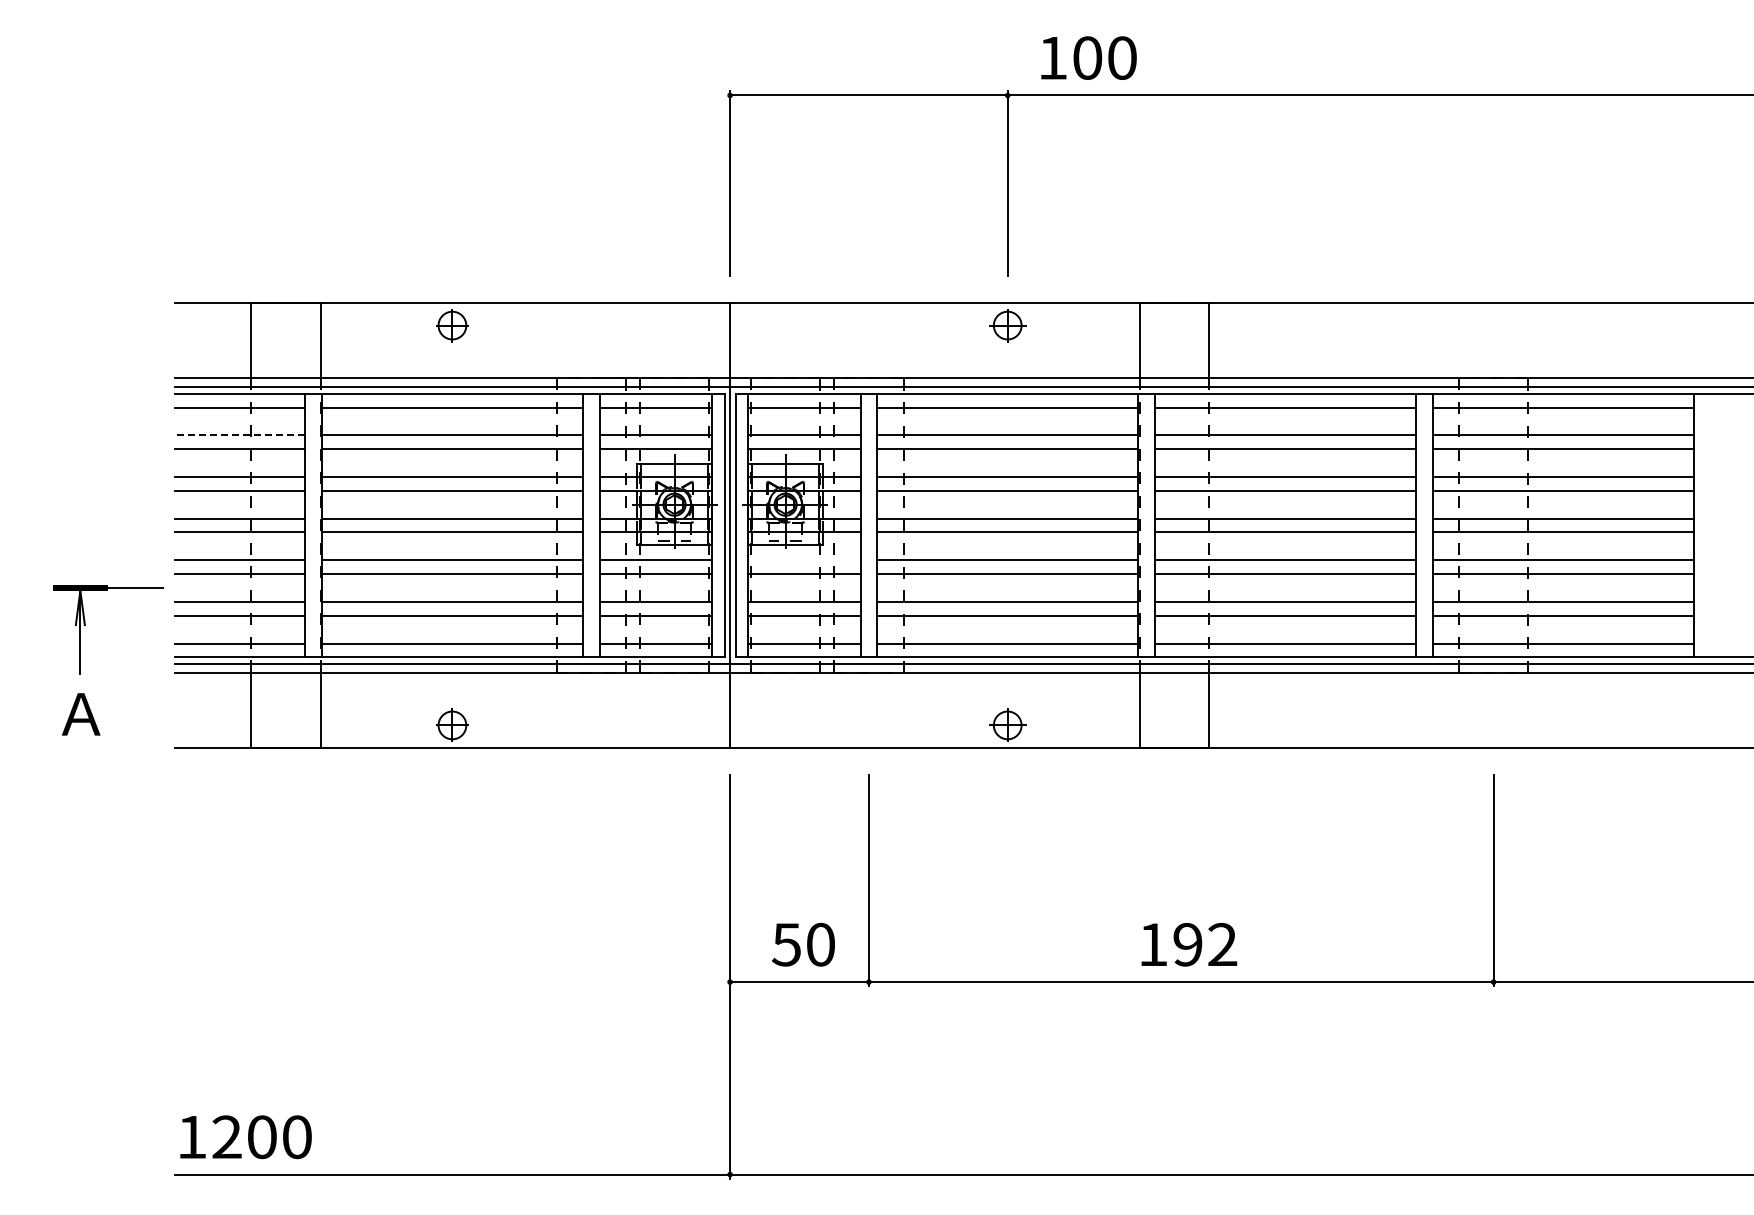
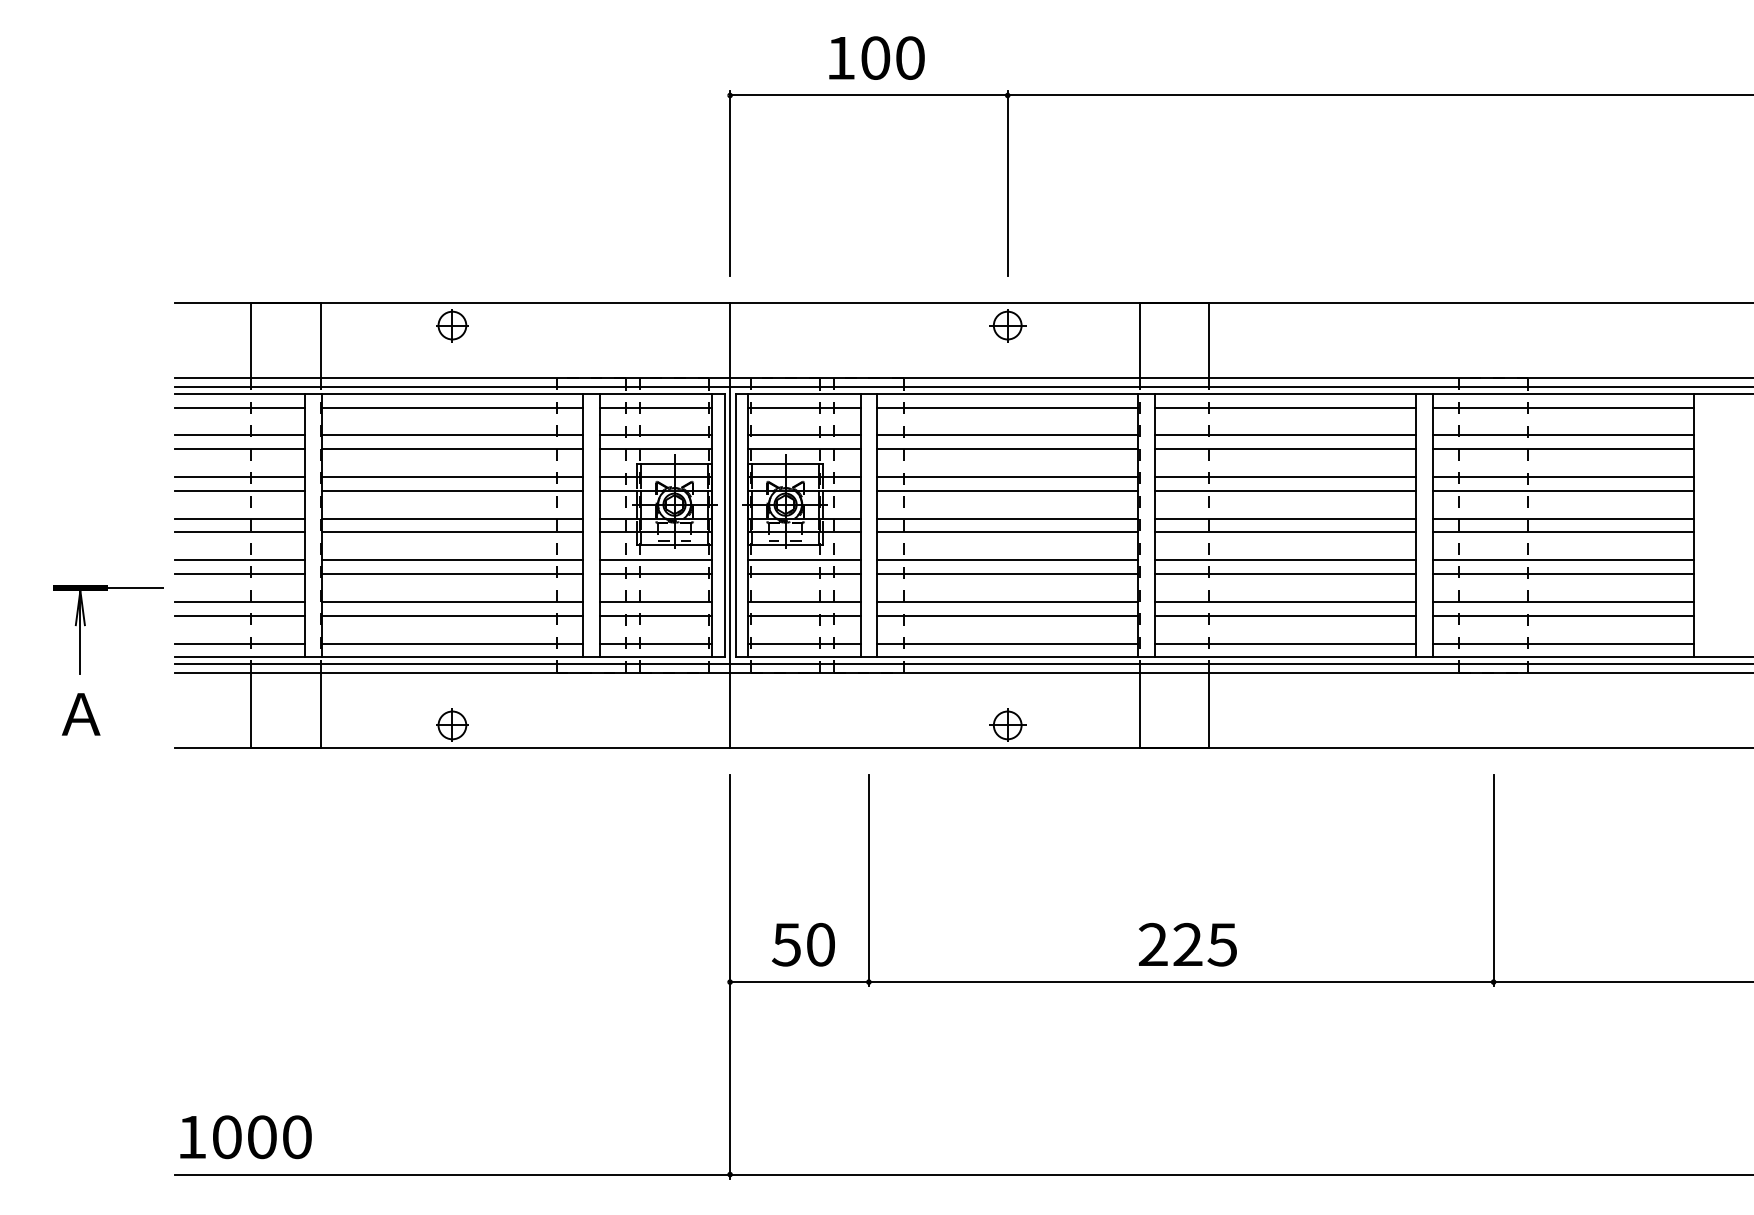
text at (1088, 57) position: (1088, 57) -> (876, 57)
line at (239, 435): dashed -> solid
line at (804, 560): none -> present
text at (1188, 944): 192 -> 225
text at (226, 1137): 1200 -> 1000
